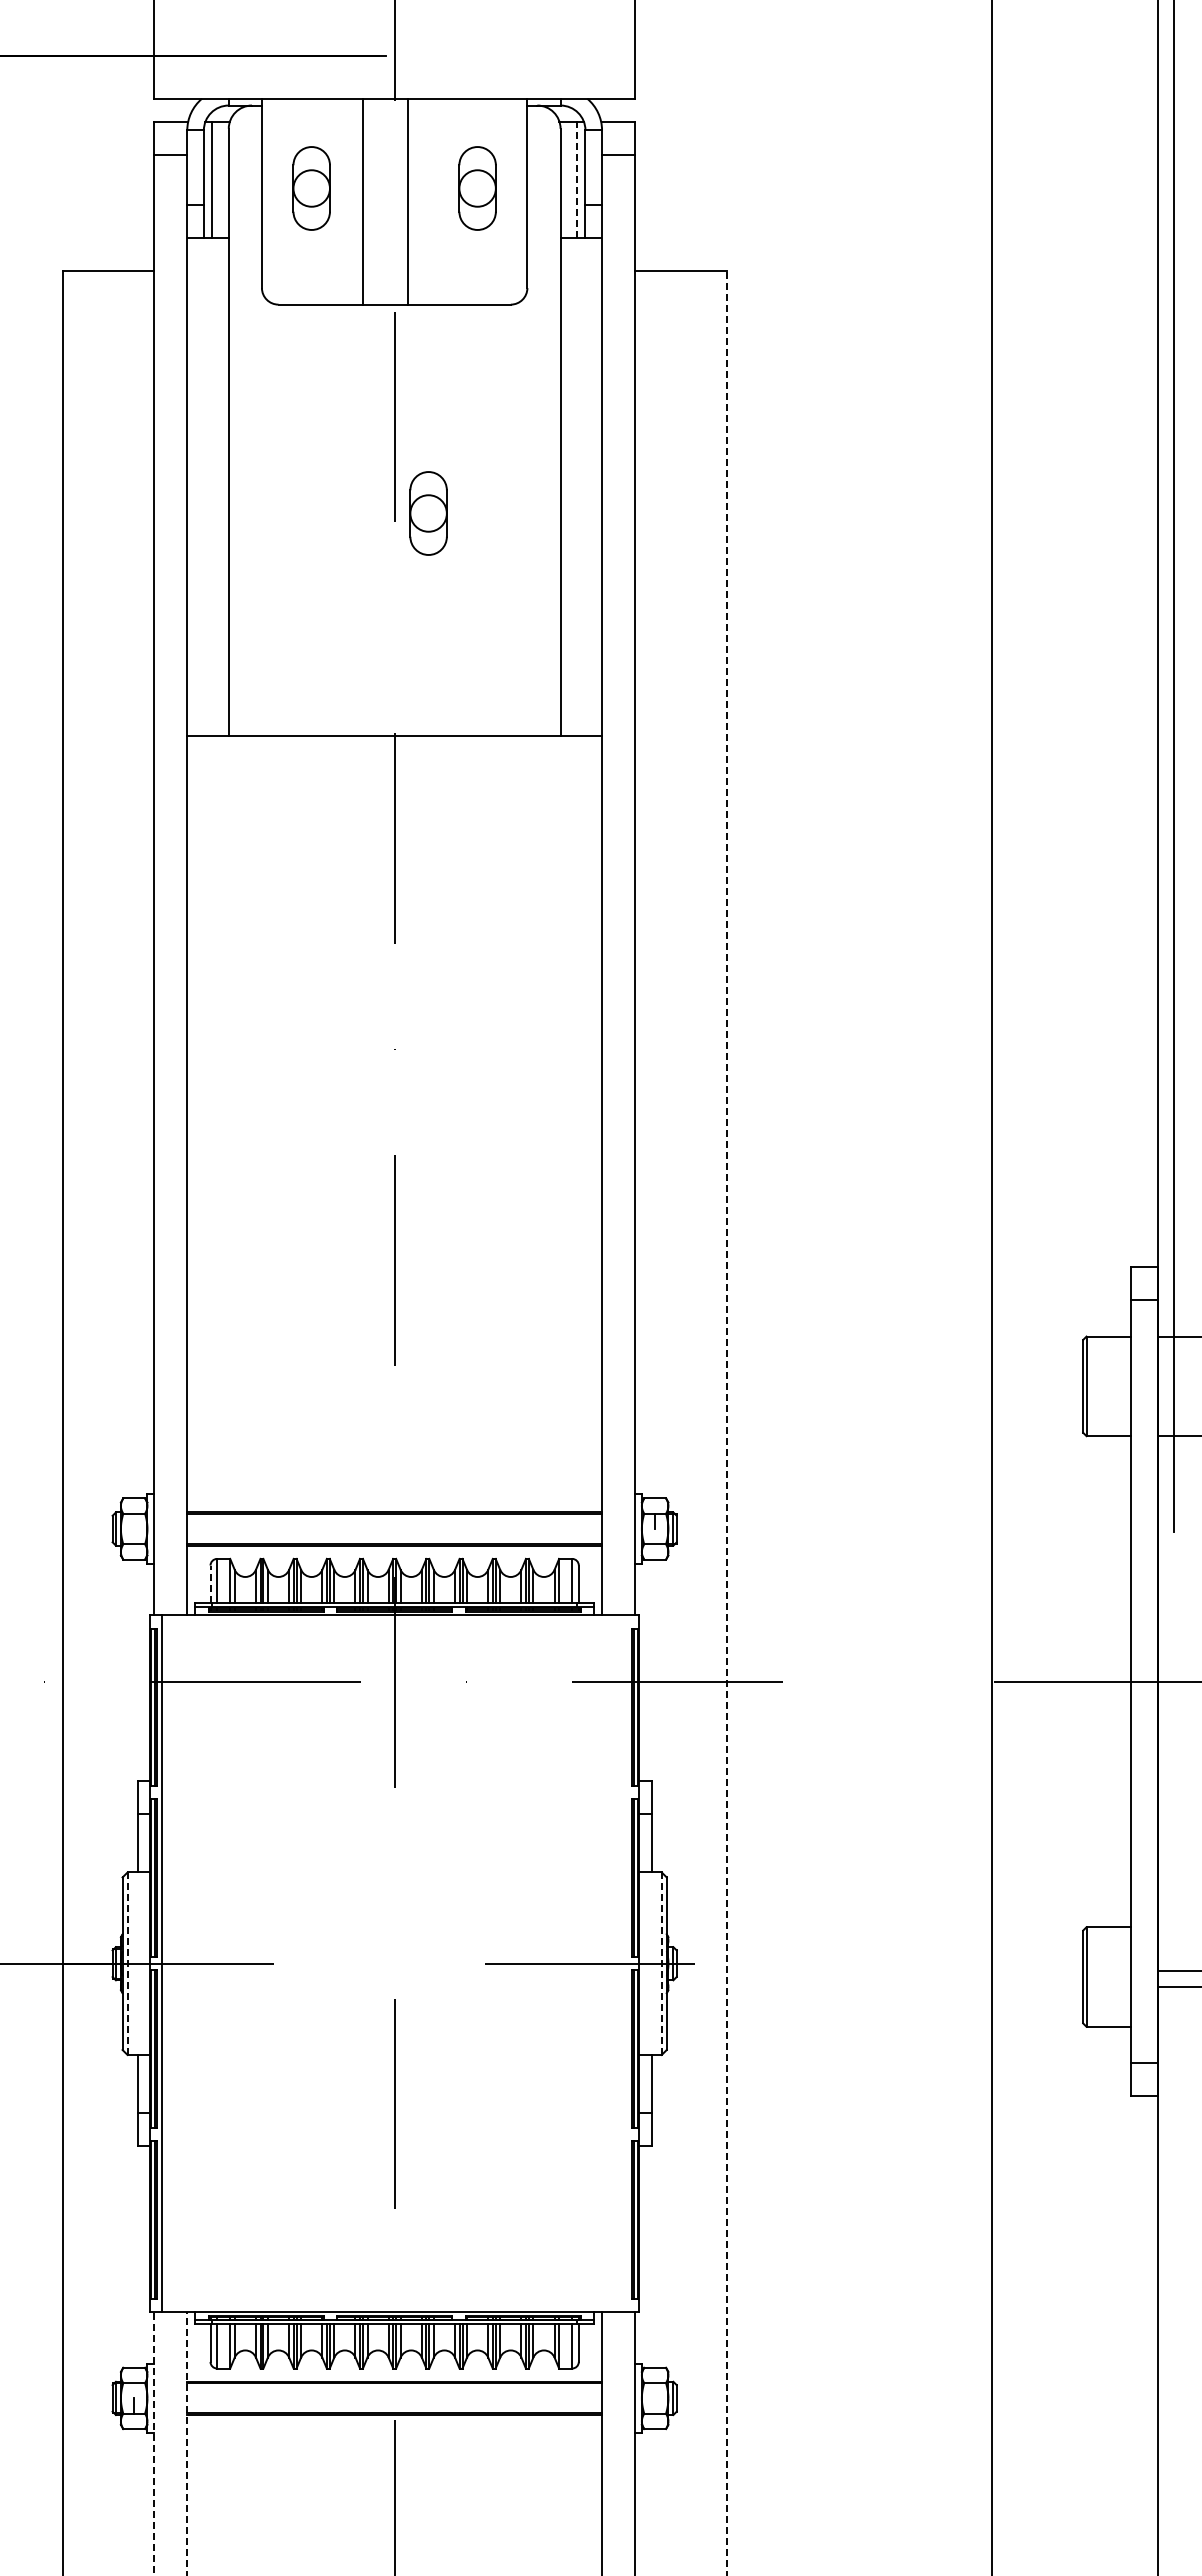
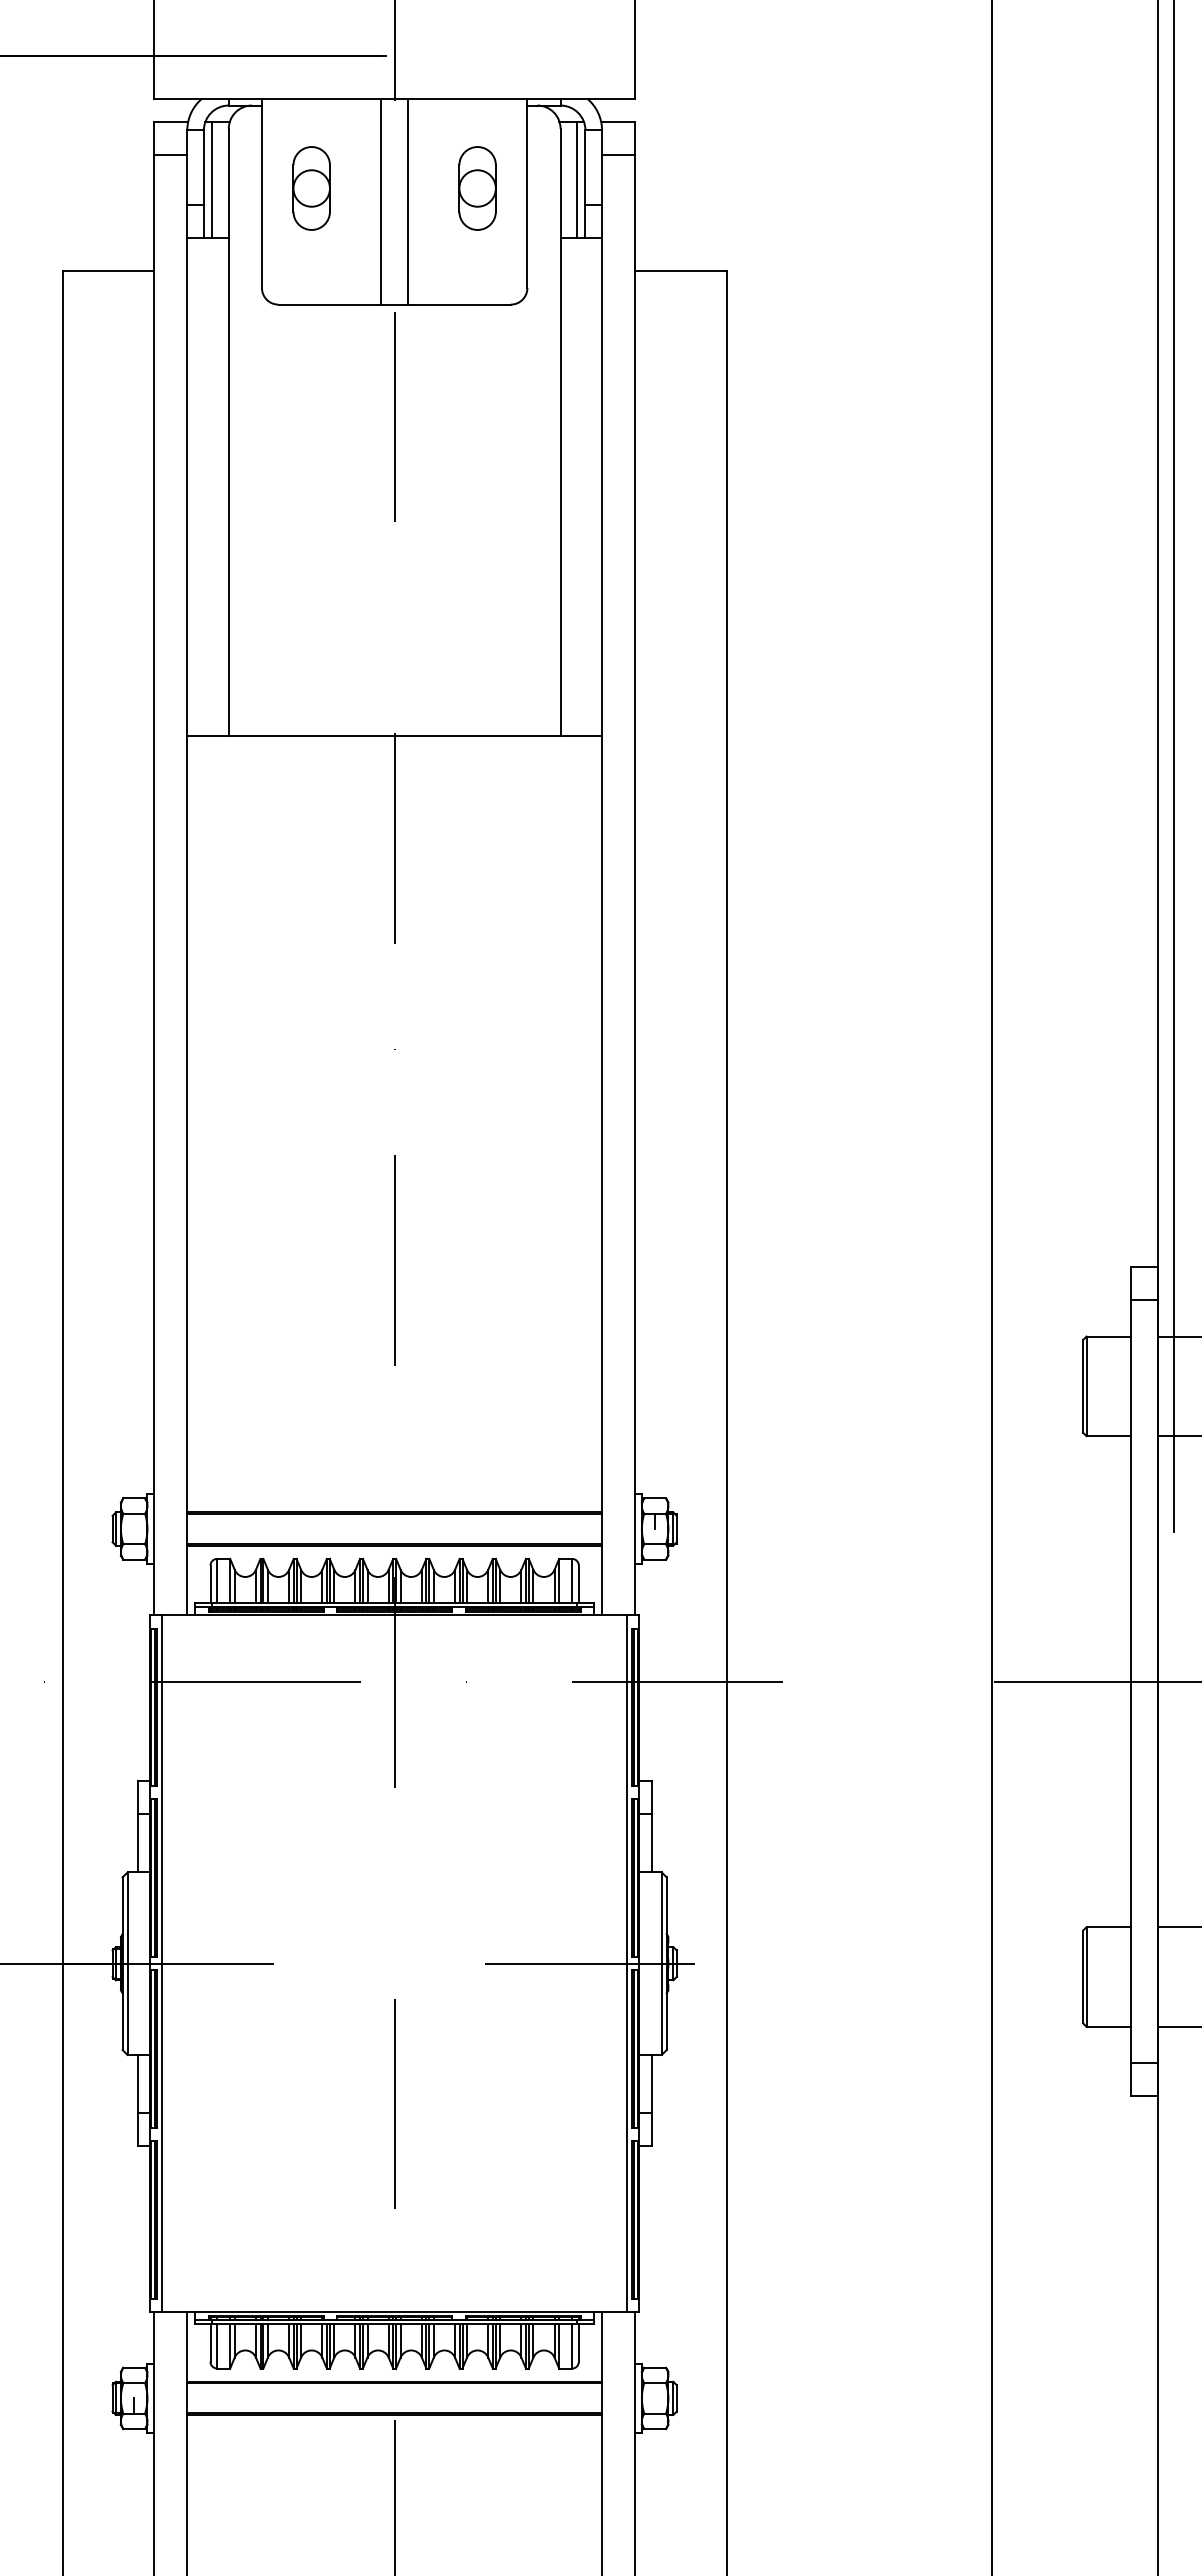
line at (577, 179): dashed -> solid
line at (363, 201) position: (363, 201) -> (381, 201)
part at (428, 513): present -> none
line at (726, 1423): dashed -> solid
line at (210, 1584): dashed -> solid
line at (127, 1963): dashed -> solid
line at (627, 1963): none -> present
line at (661, 1964): dashed -> solid
line at (1177, 1971) position: (1177, 1971) -> (1177, 1927)
line at (1177, 1986) position: (1177, 1986) -> (1177, 2026)
line at (154, 2444): dashed -> solid
line at (187, 2444): dashed -> solid
